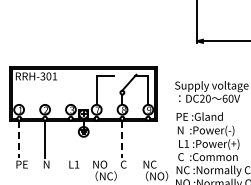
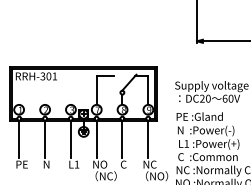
line at (19, 139): dashed -> solid
line at (70, 139): none -> present
line at (96, 139): none -> present
line at (122, 139): dashed -> solid
line at (148, 139): none -> present
